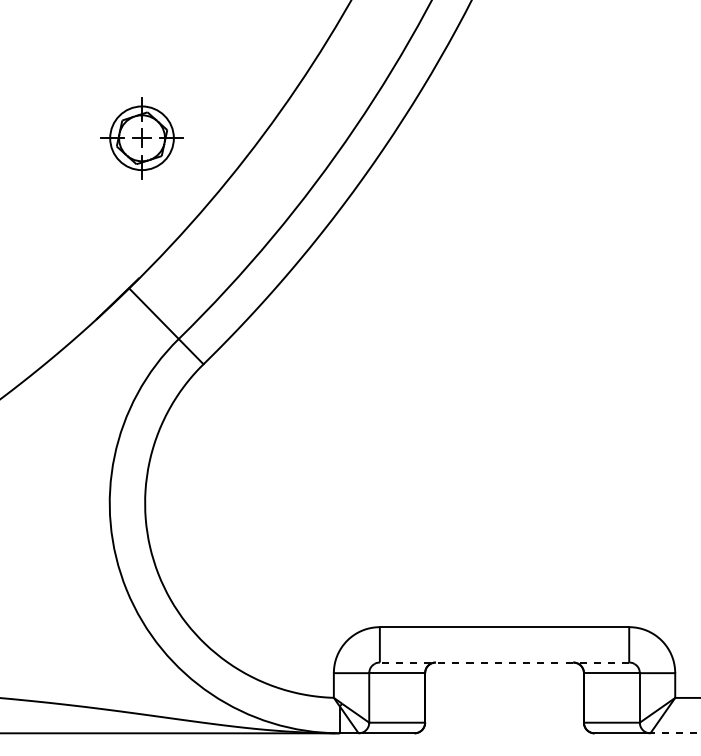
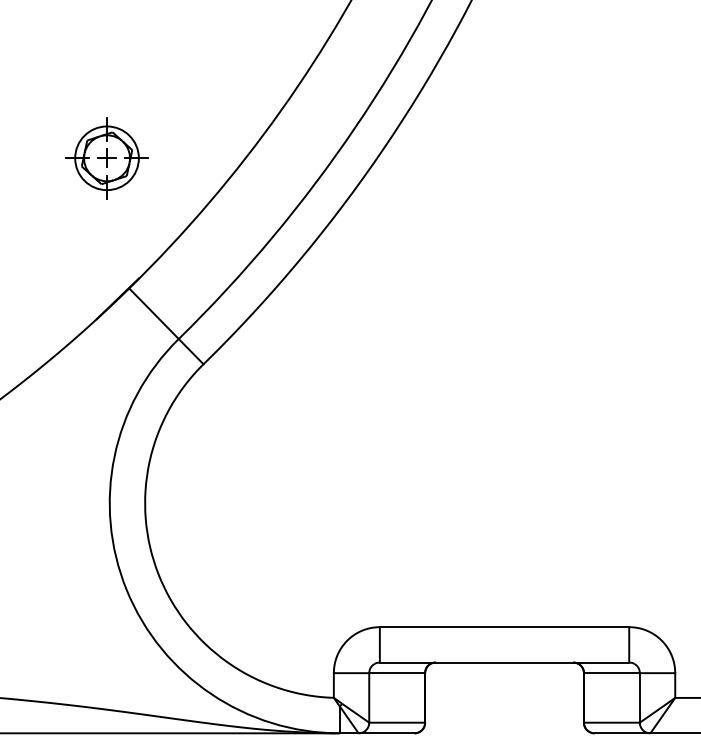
part at (141, 138) position: (141, 138) -> (106, 158)
line at (504, 662): dashed -> solid
line at (675, 733): dashed -> solid
